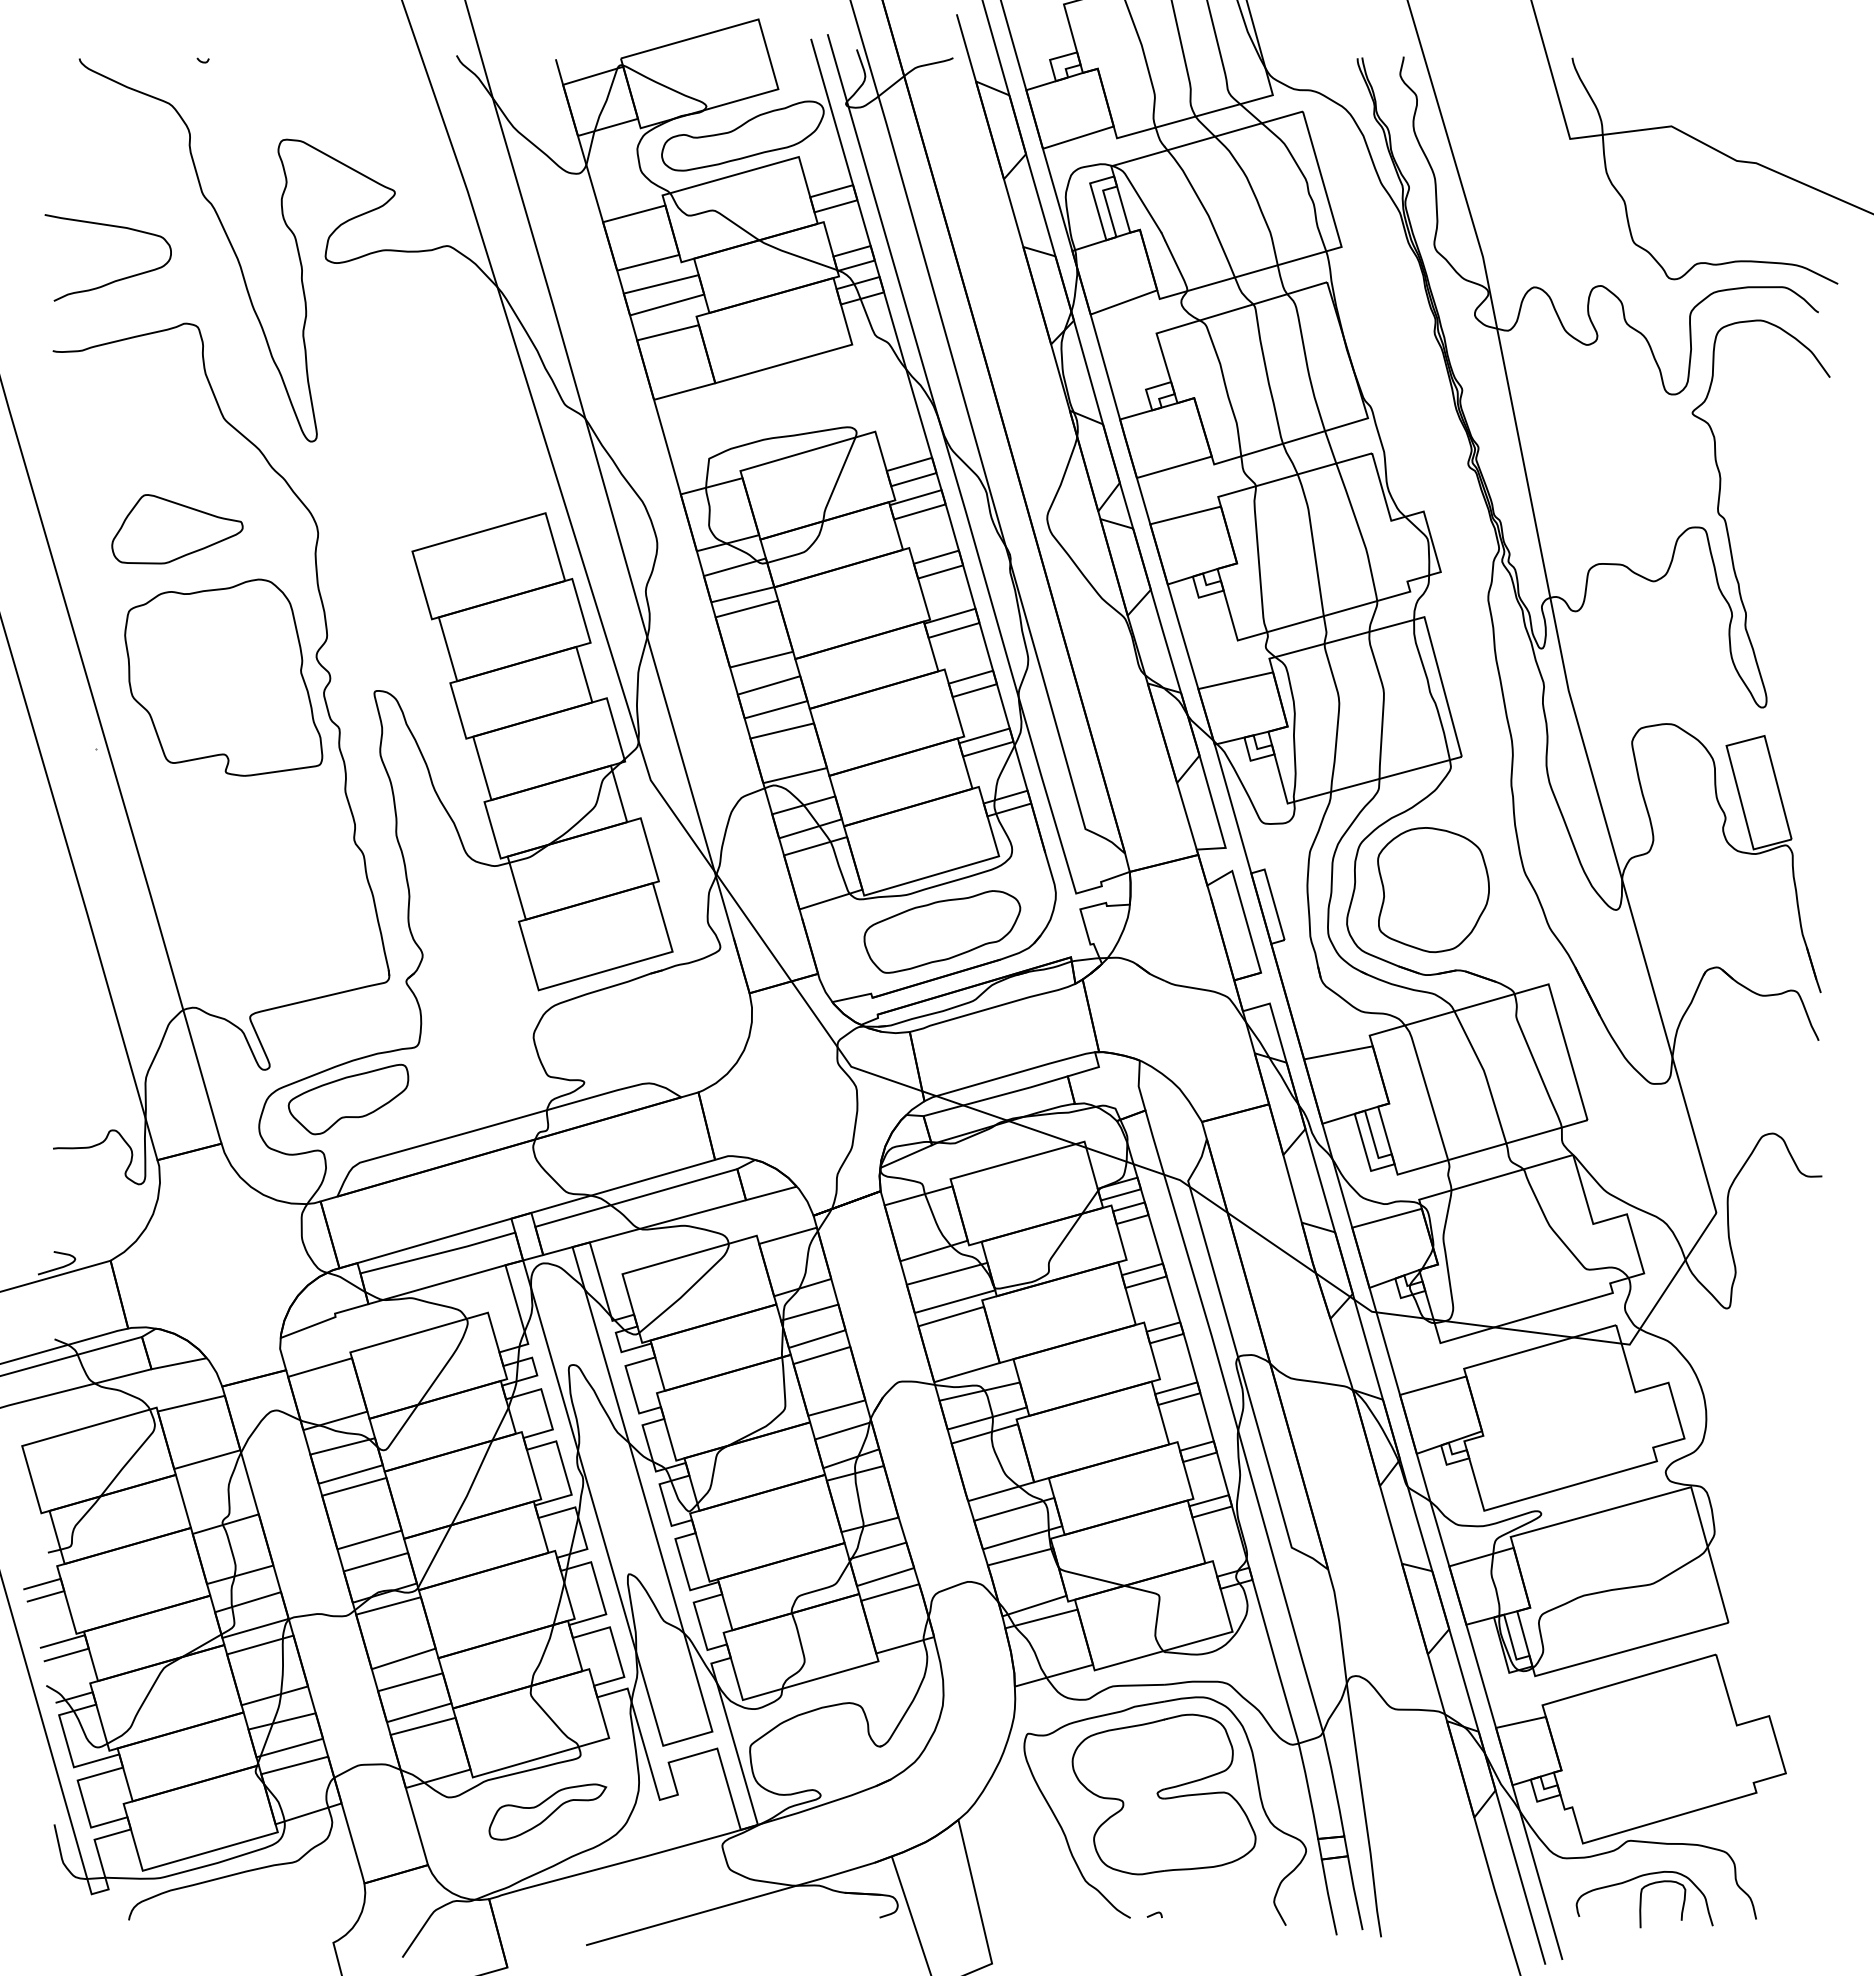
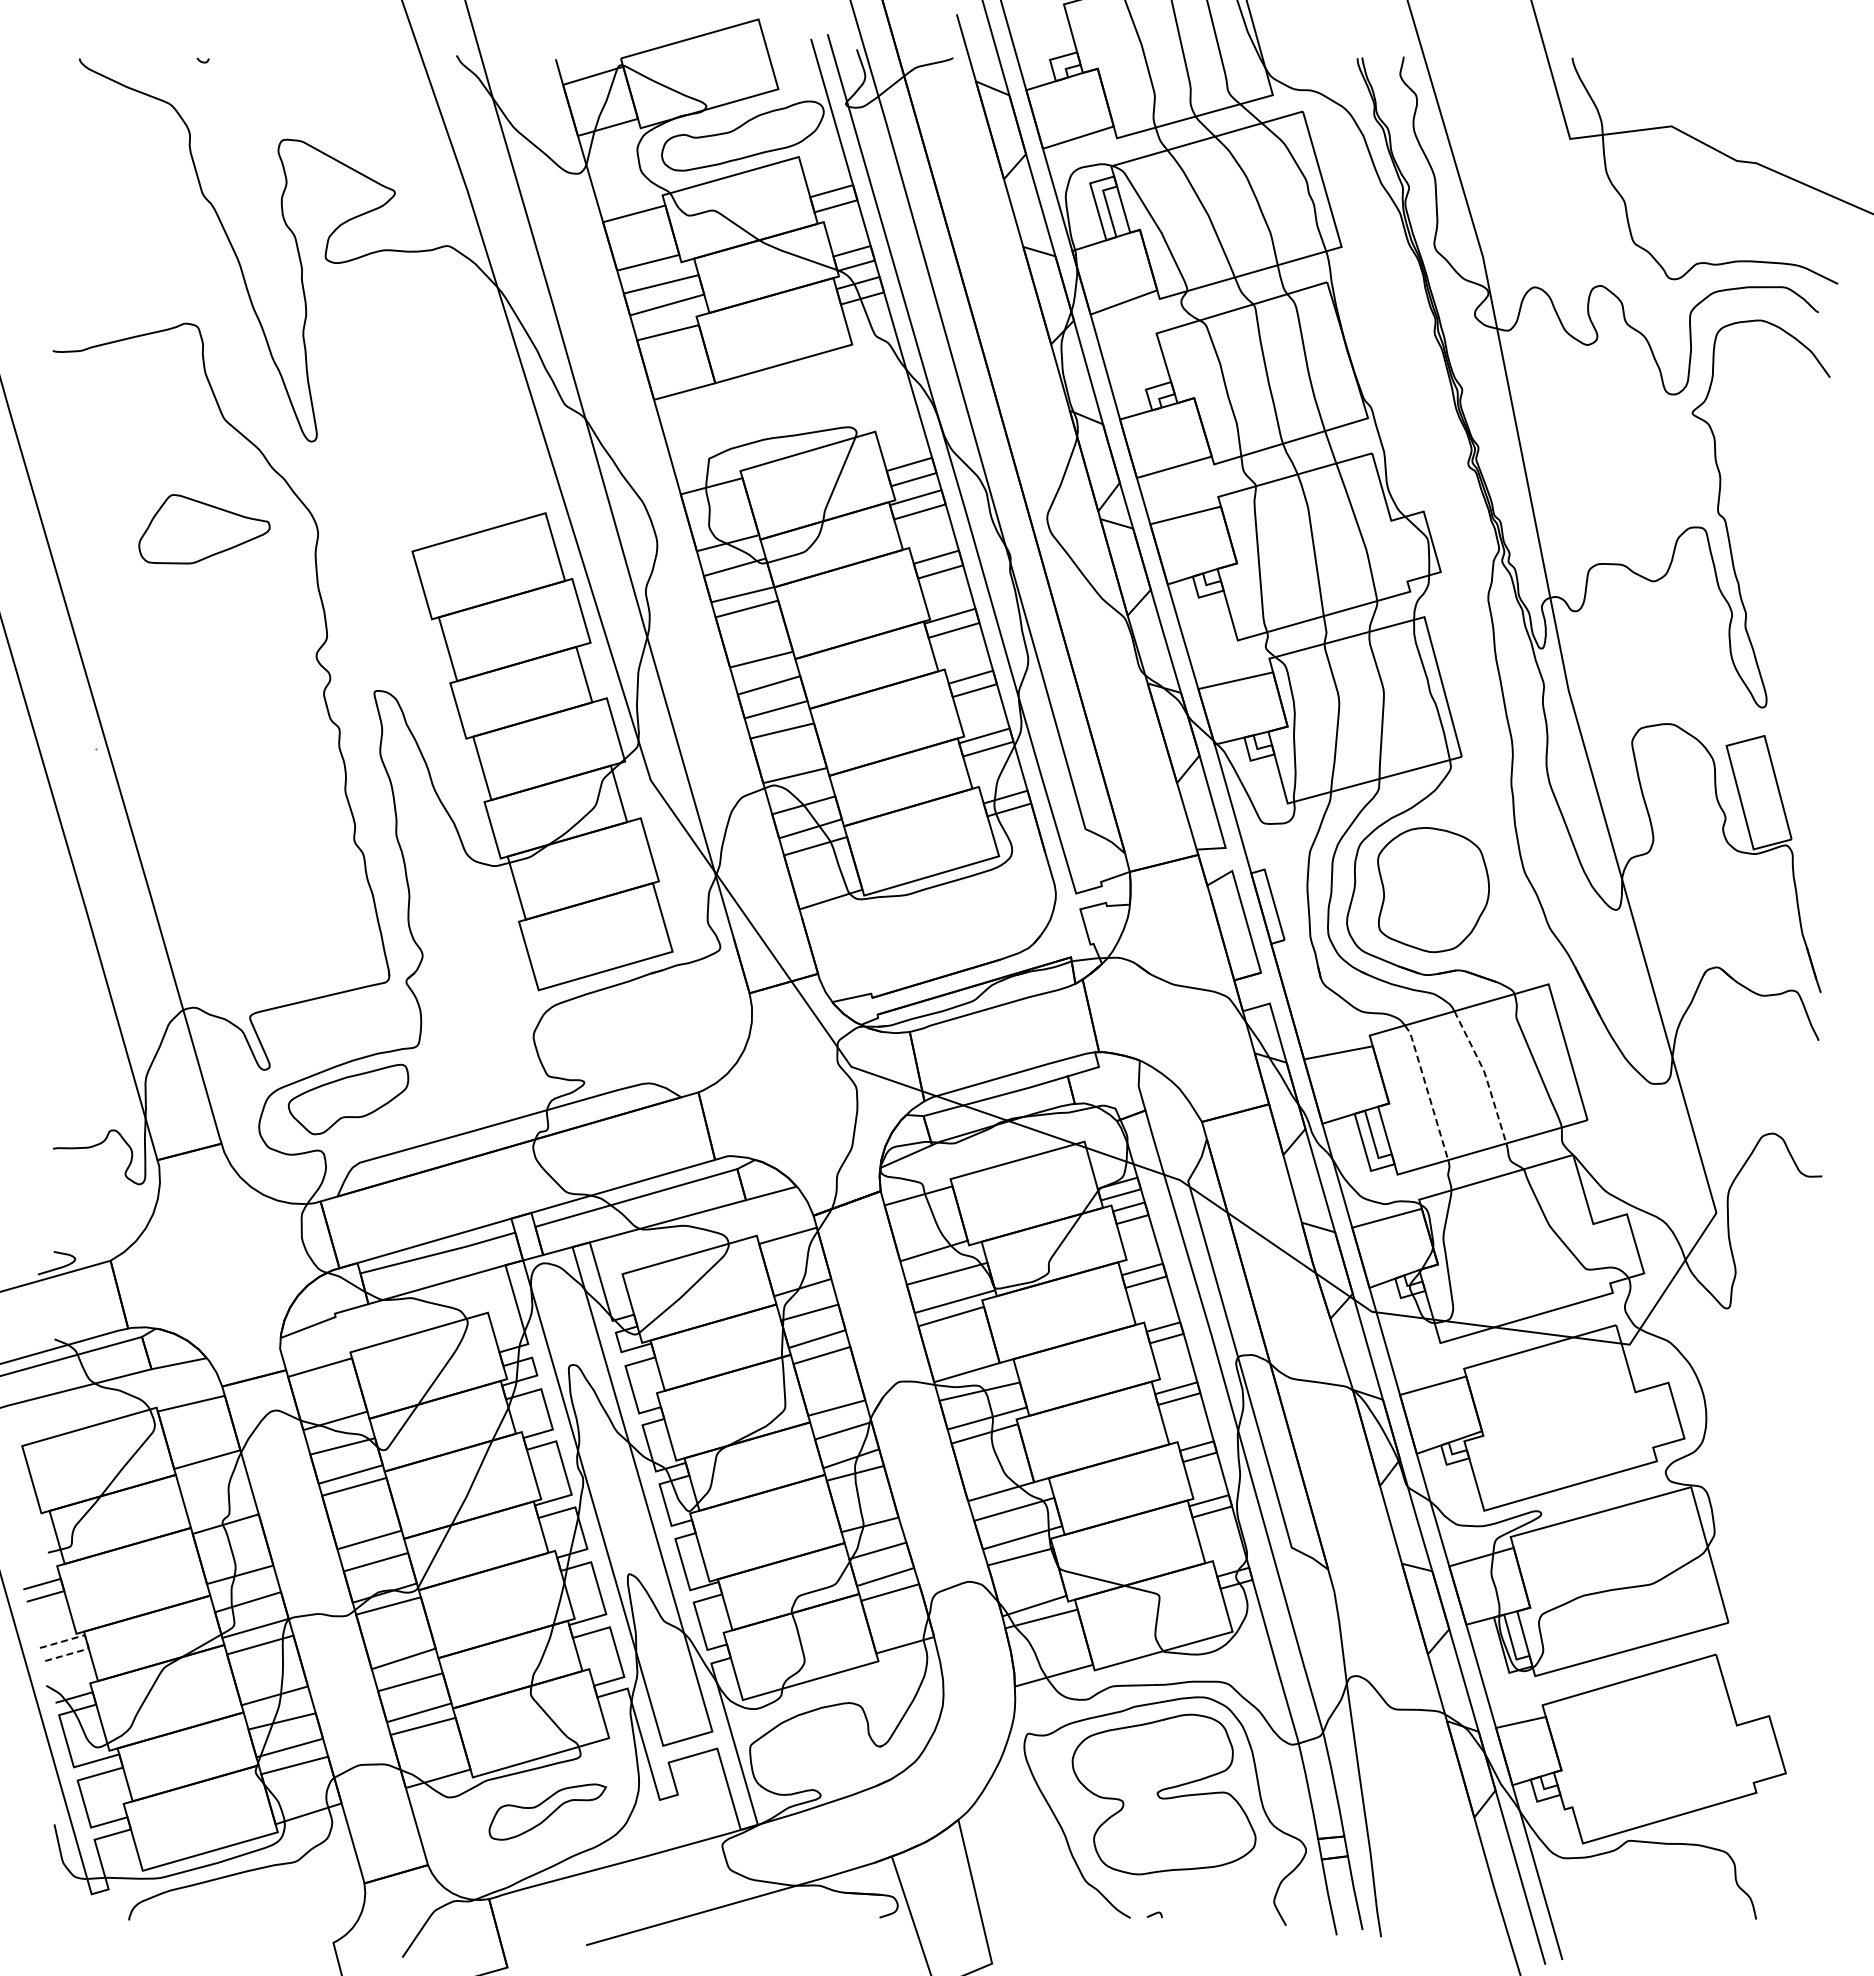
curve at (114, 280): present -> none
part at (177, 529) position: (177, 529) -> (204, 529)
part at (223, 677): present -> none
part at (942, 931): present -> none
line at (1485, 1075): solid -> dashed
line at (1427, 1090): solid -> dashed
line at (86, 1641): solid -> dashed
part at (1644, 1899): present -> none
